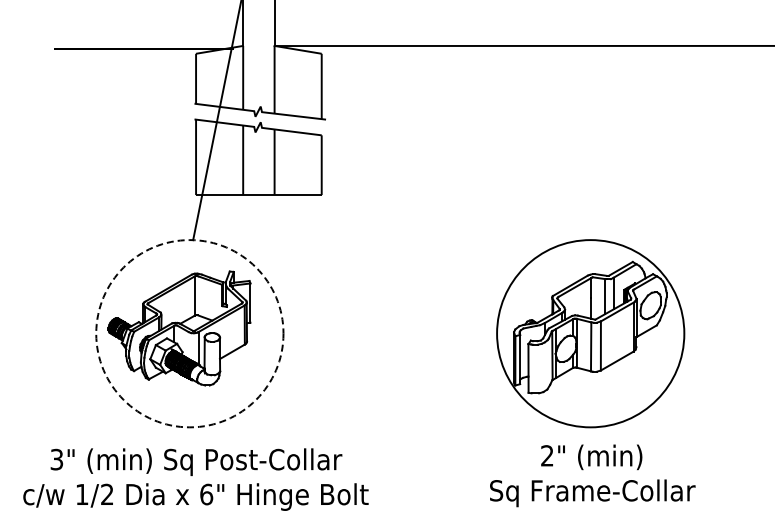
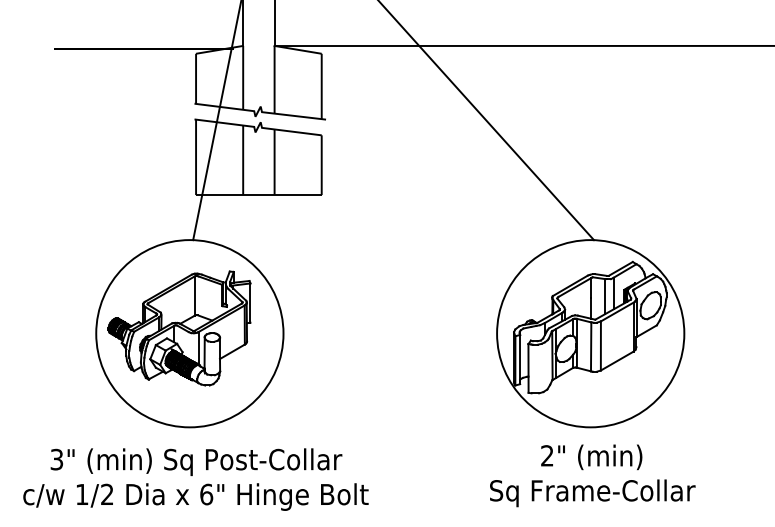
line at (487, 121): none -> present
circle at (189, 333): dashed -> solid
